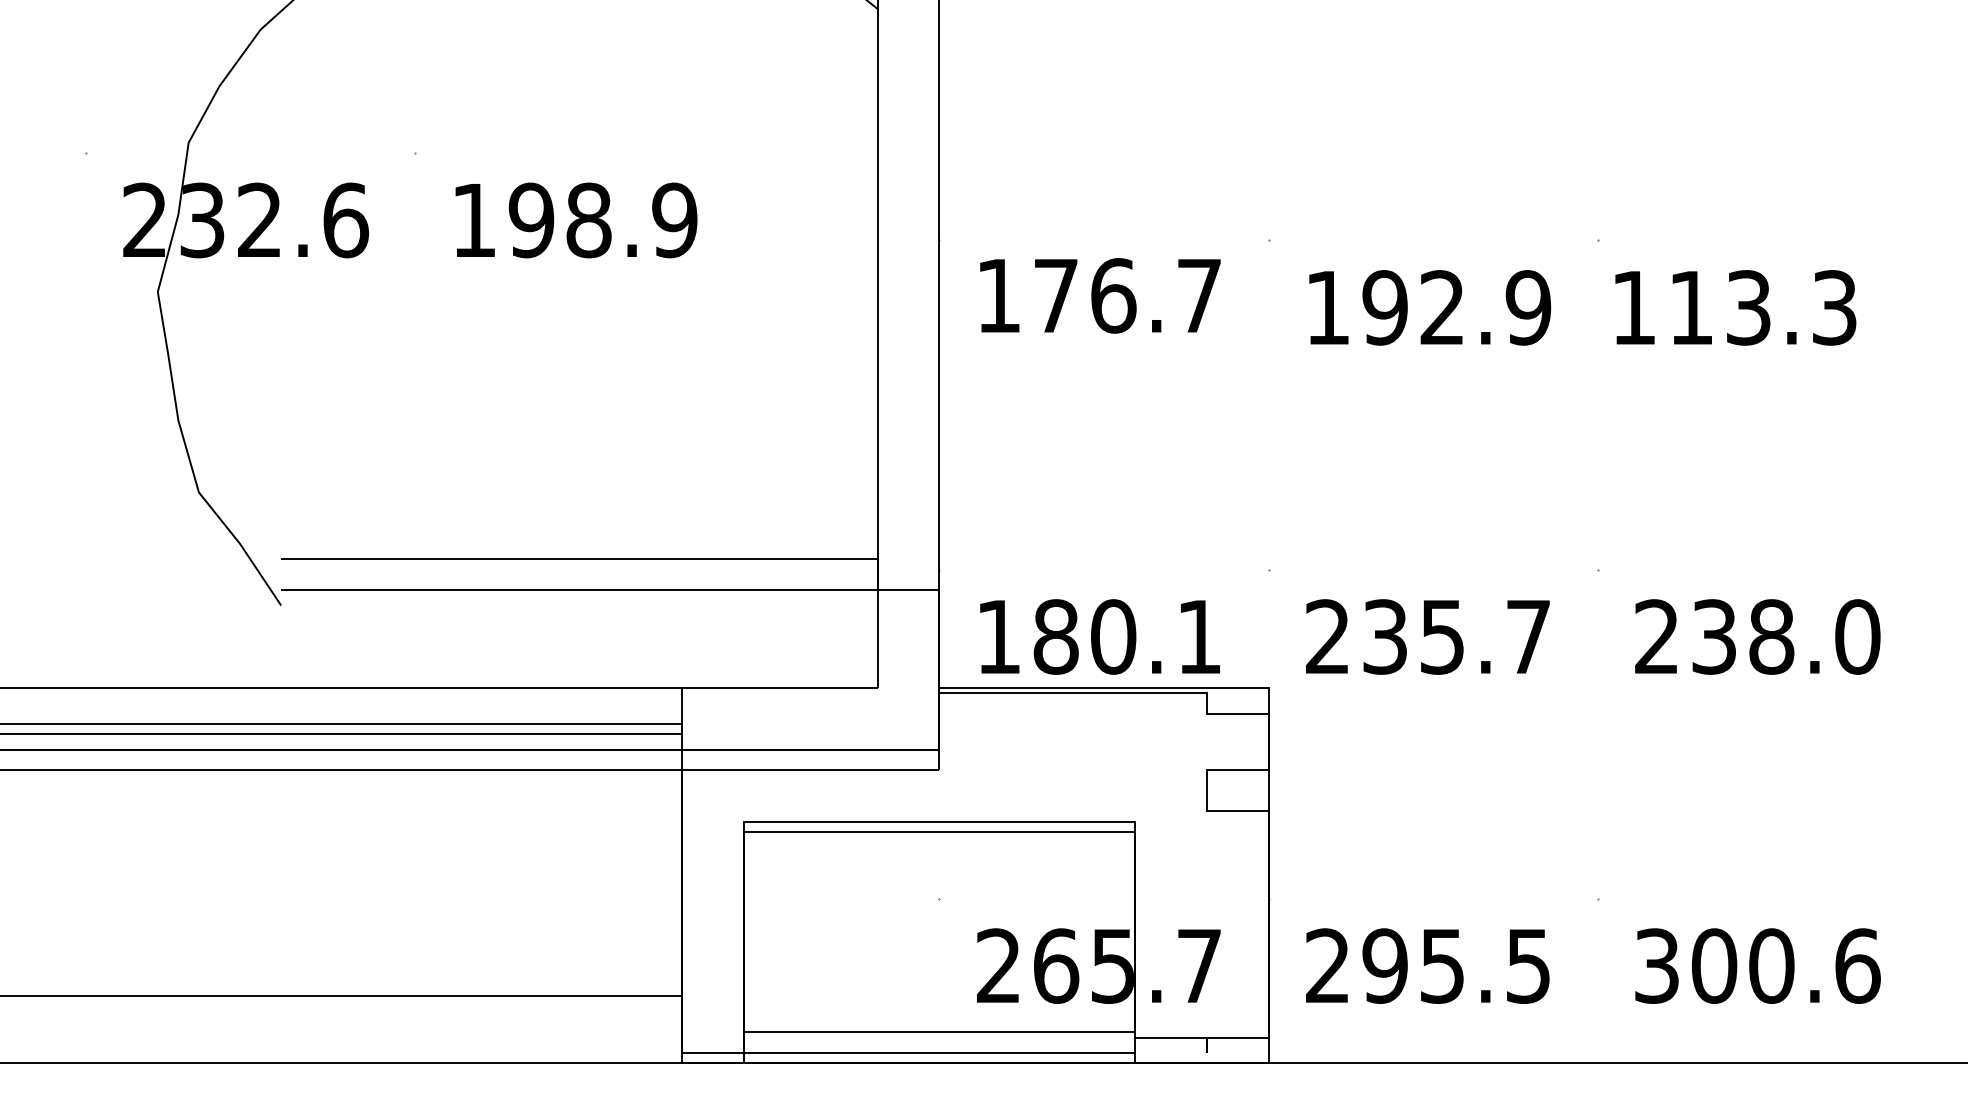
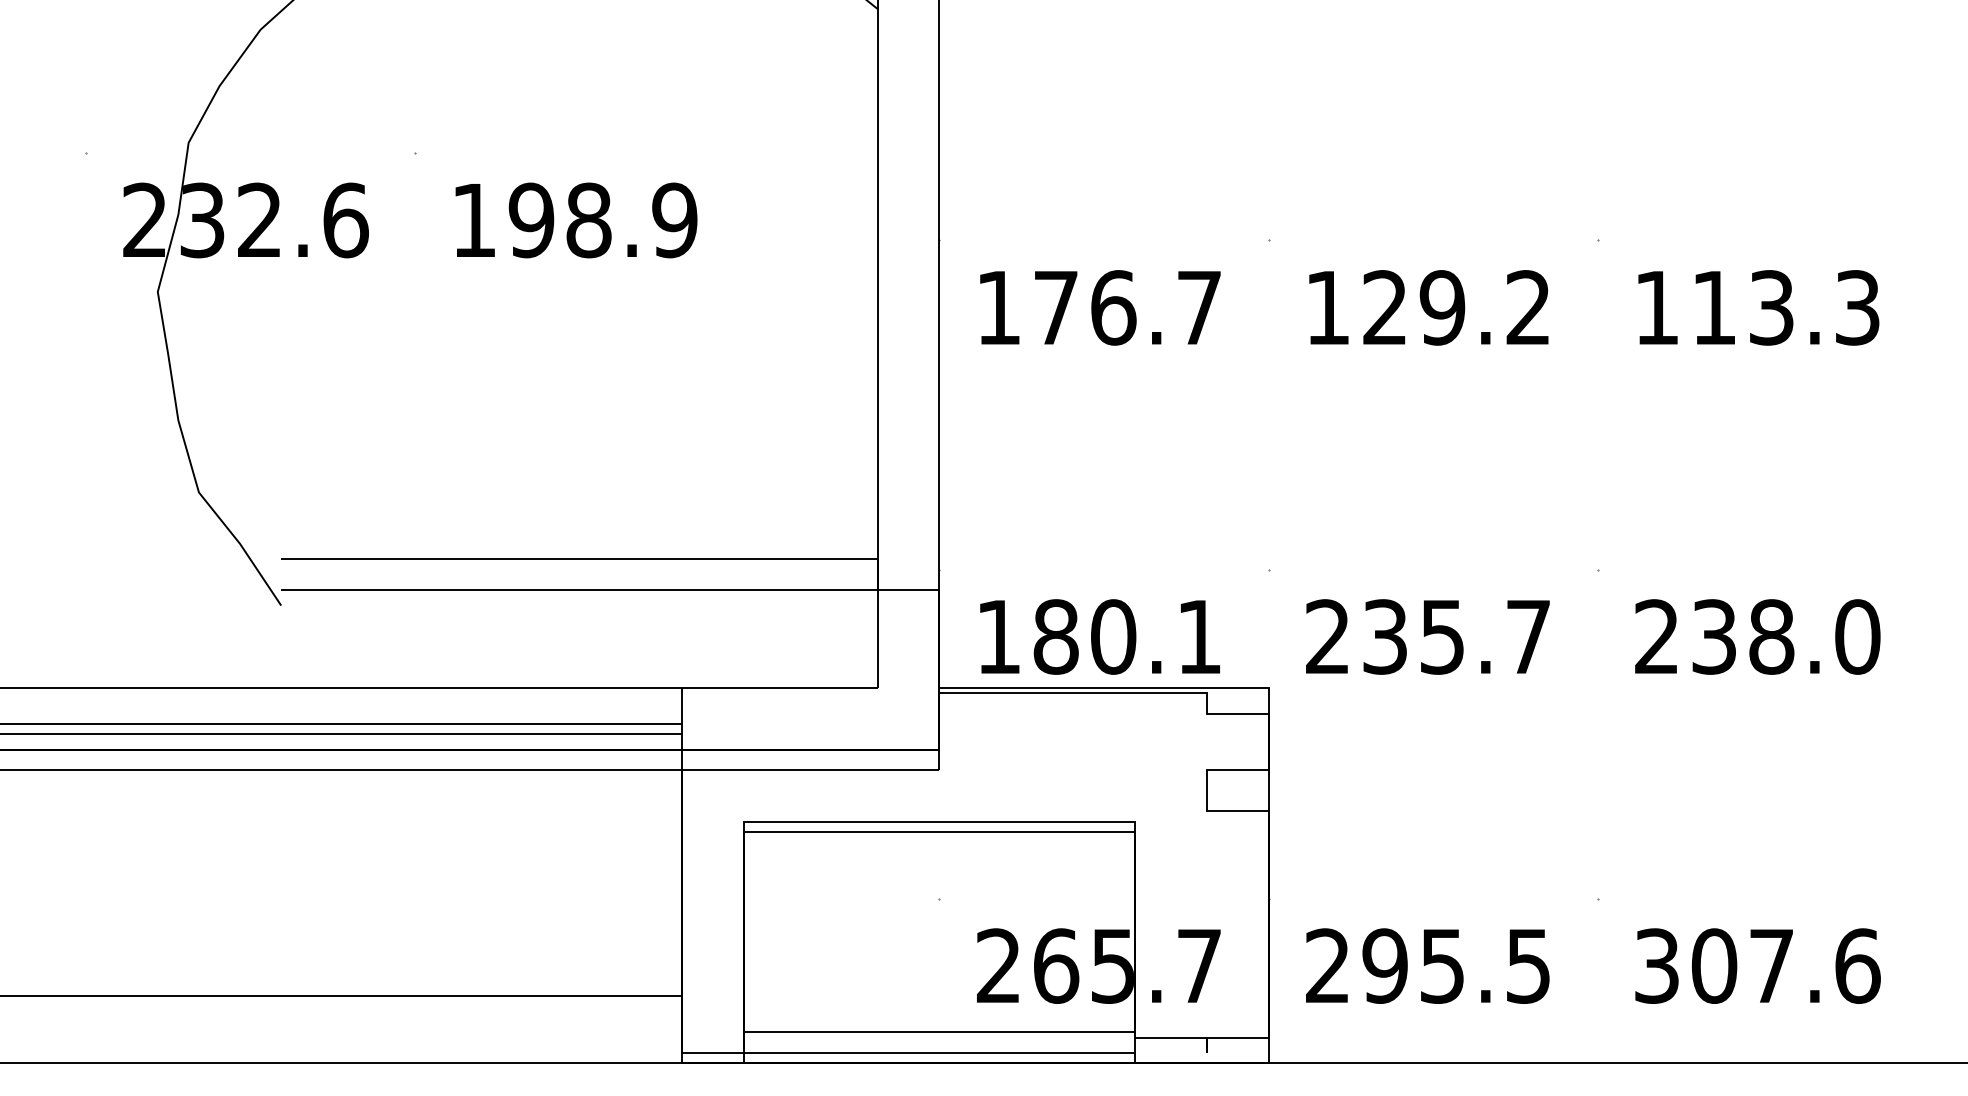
text at (1100, 295) position: (1100, 295) -> (1100, 307)
text at (1456, 307): 192.9 -> 129.2
text at (1735, 307) position: (1735, 307) -> (1758, 307)
text at (1771, 965): 300.6 -> 307.6
